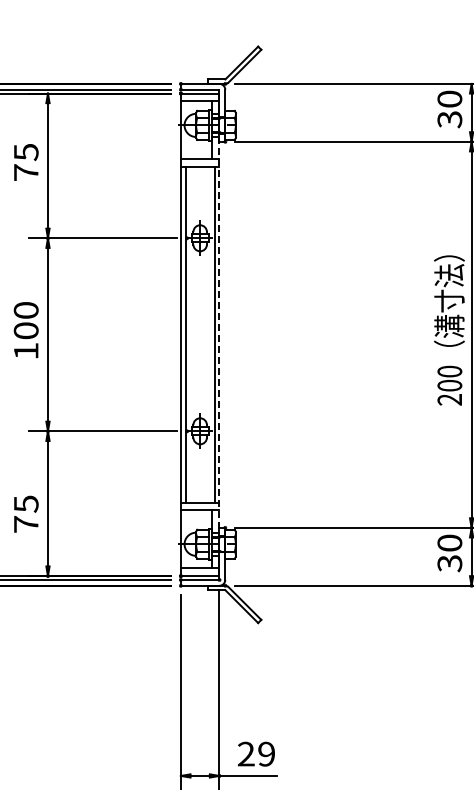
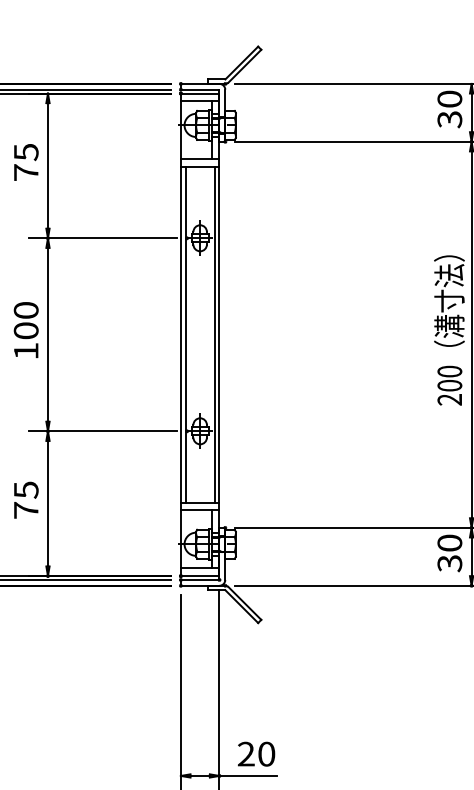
line at (219, 334): dashed -> solid
text at (26, 513) position: (26, 513) -> (26, 499)
text at (266, 753): 29 -> 20
